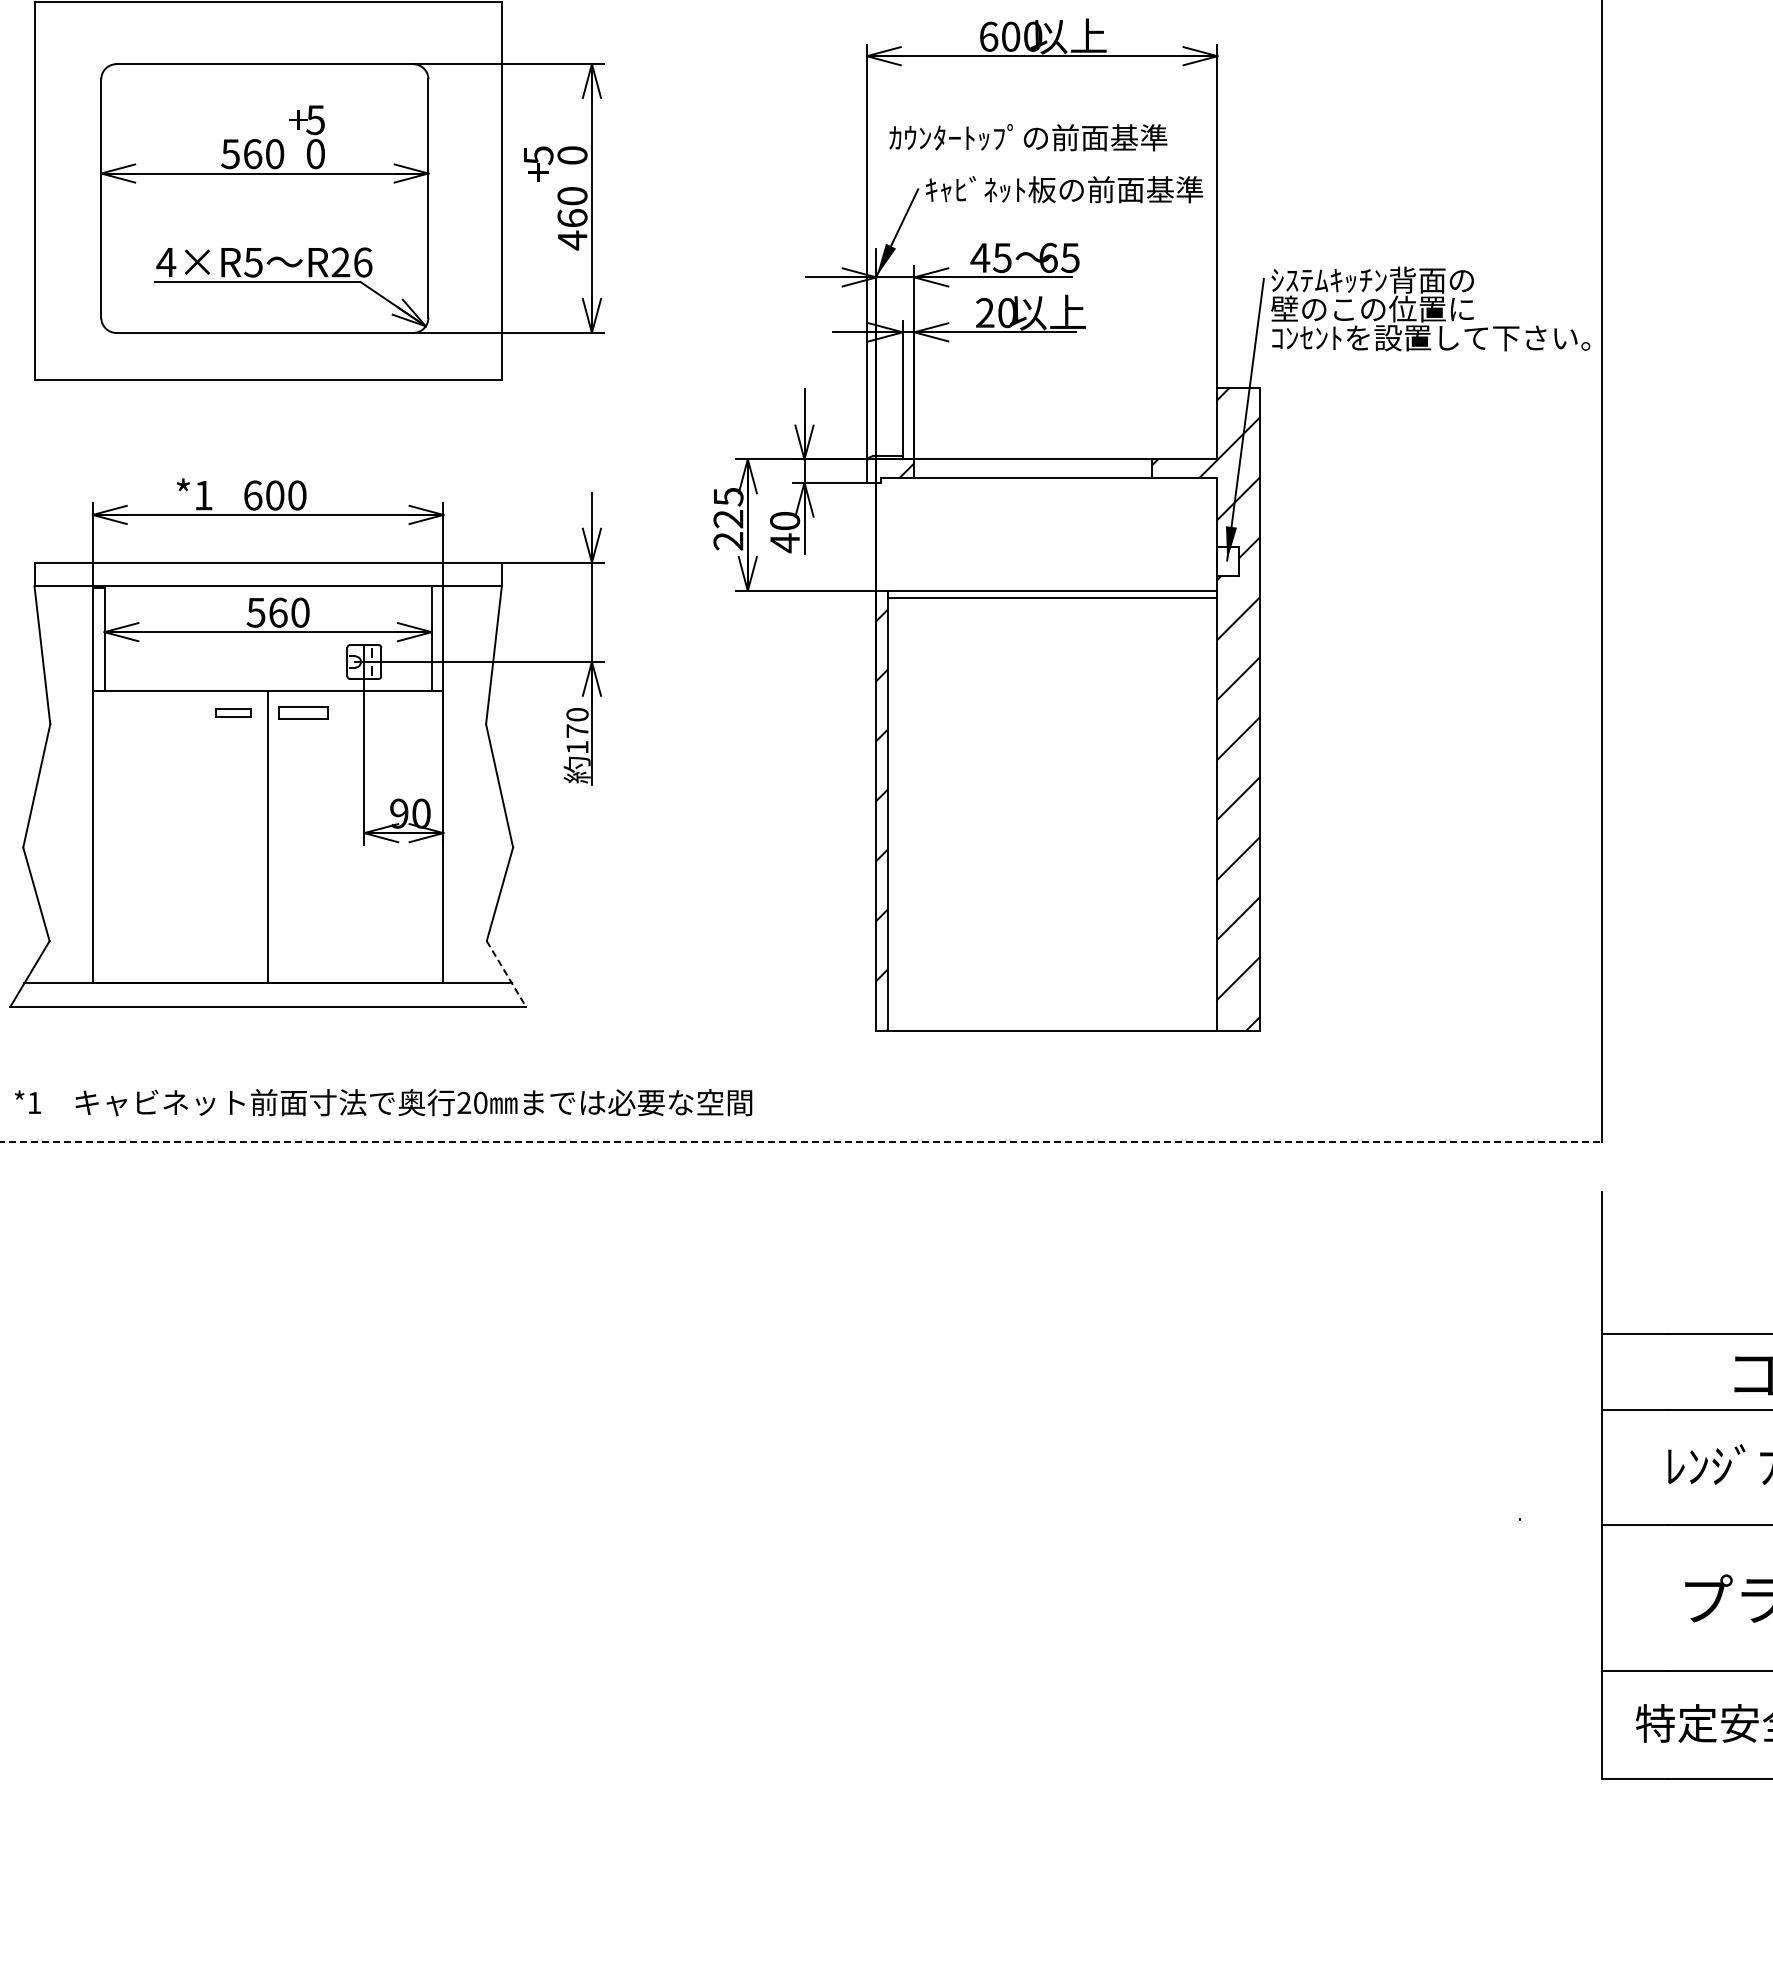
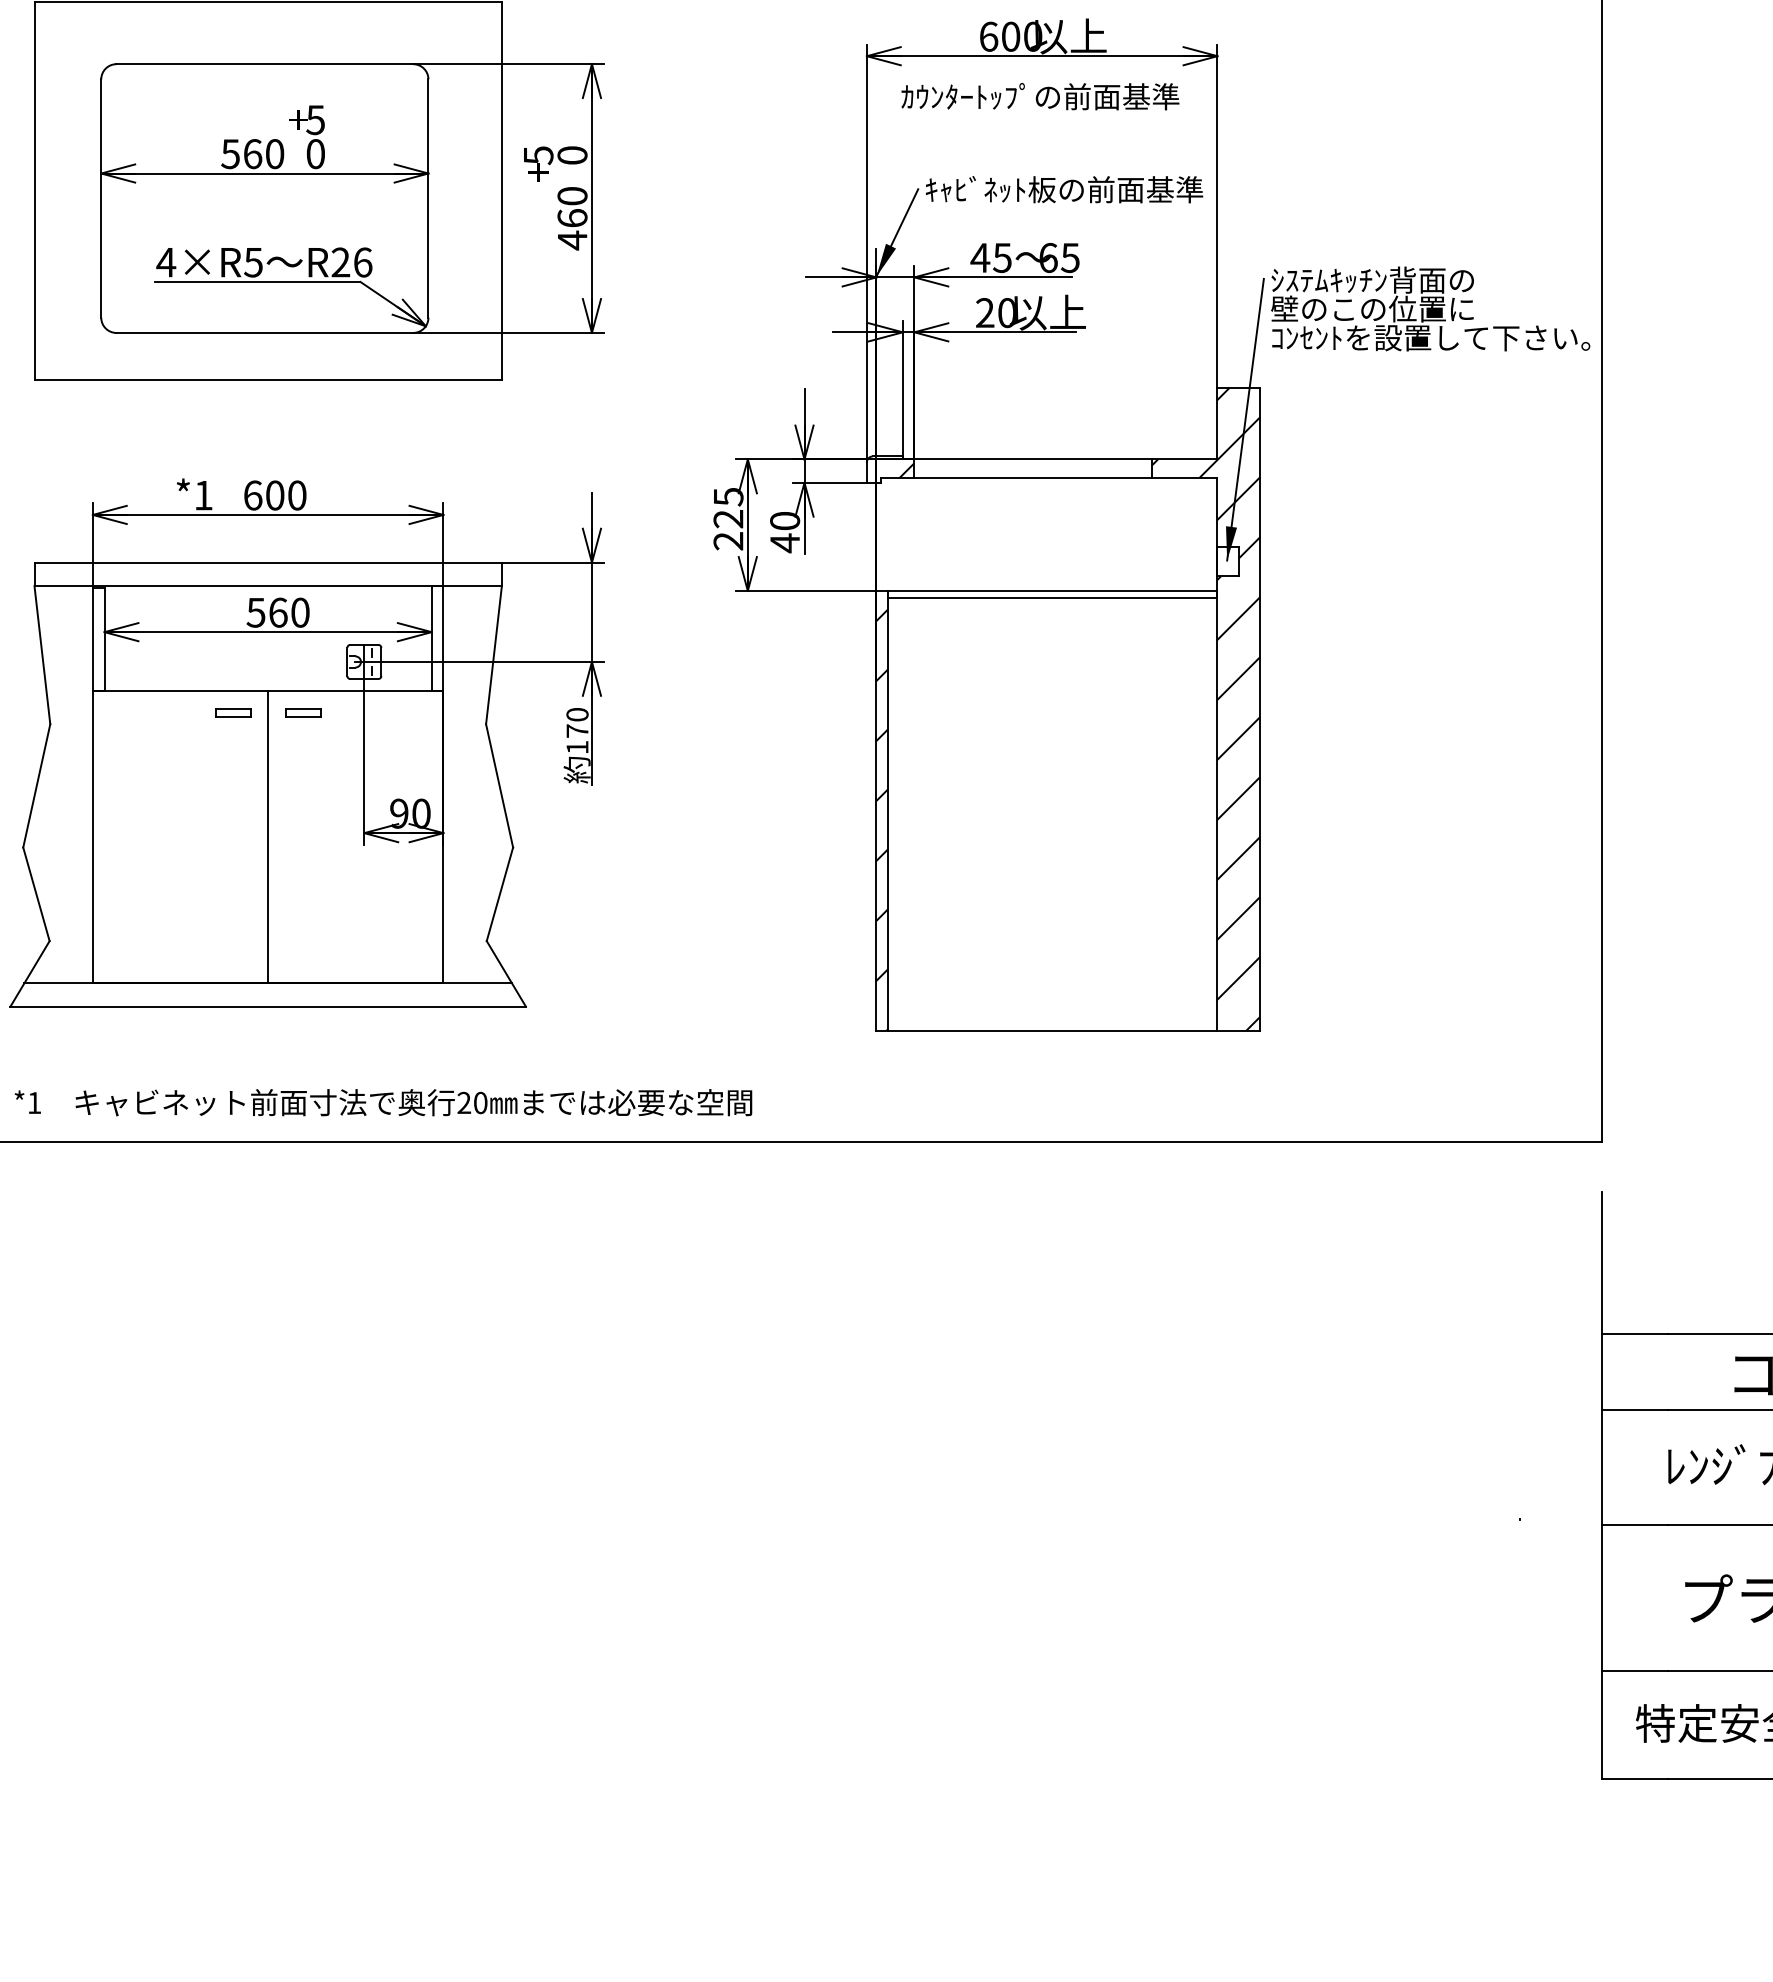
text at (1028, 137) position: (1028, 137) -> (1040, 96)
part at (303, 712) size: 51x14 px -> 37x10 px
line at (506, 974): dashed -> solid
line at (801, 1141): dashed -> solid
